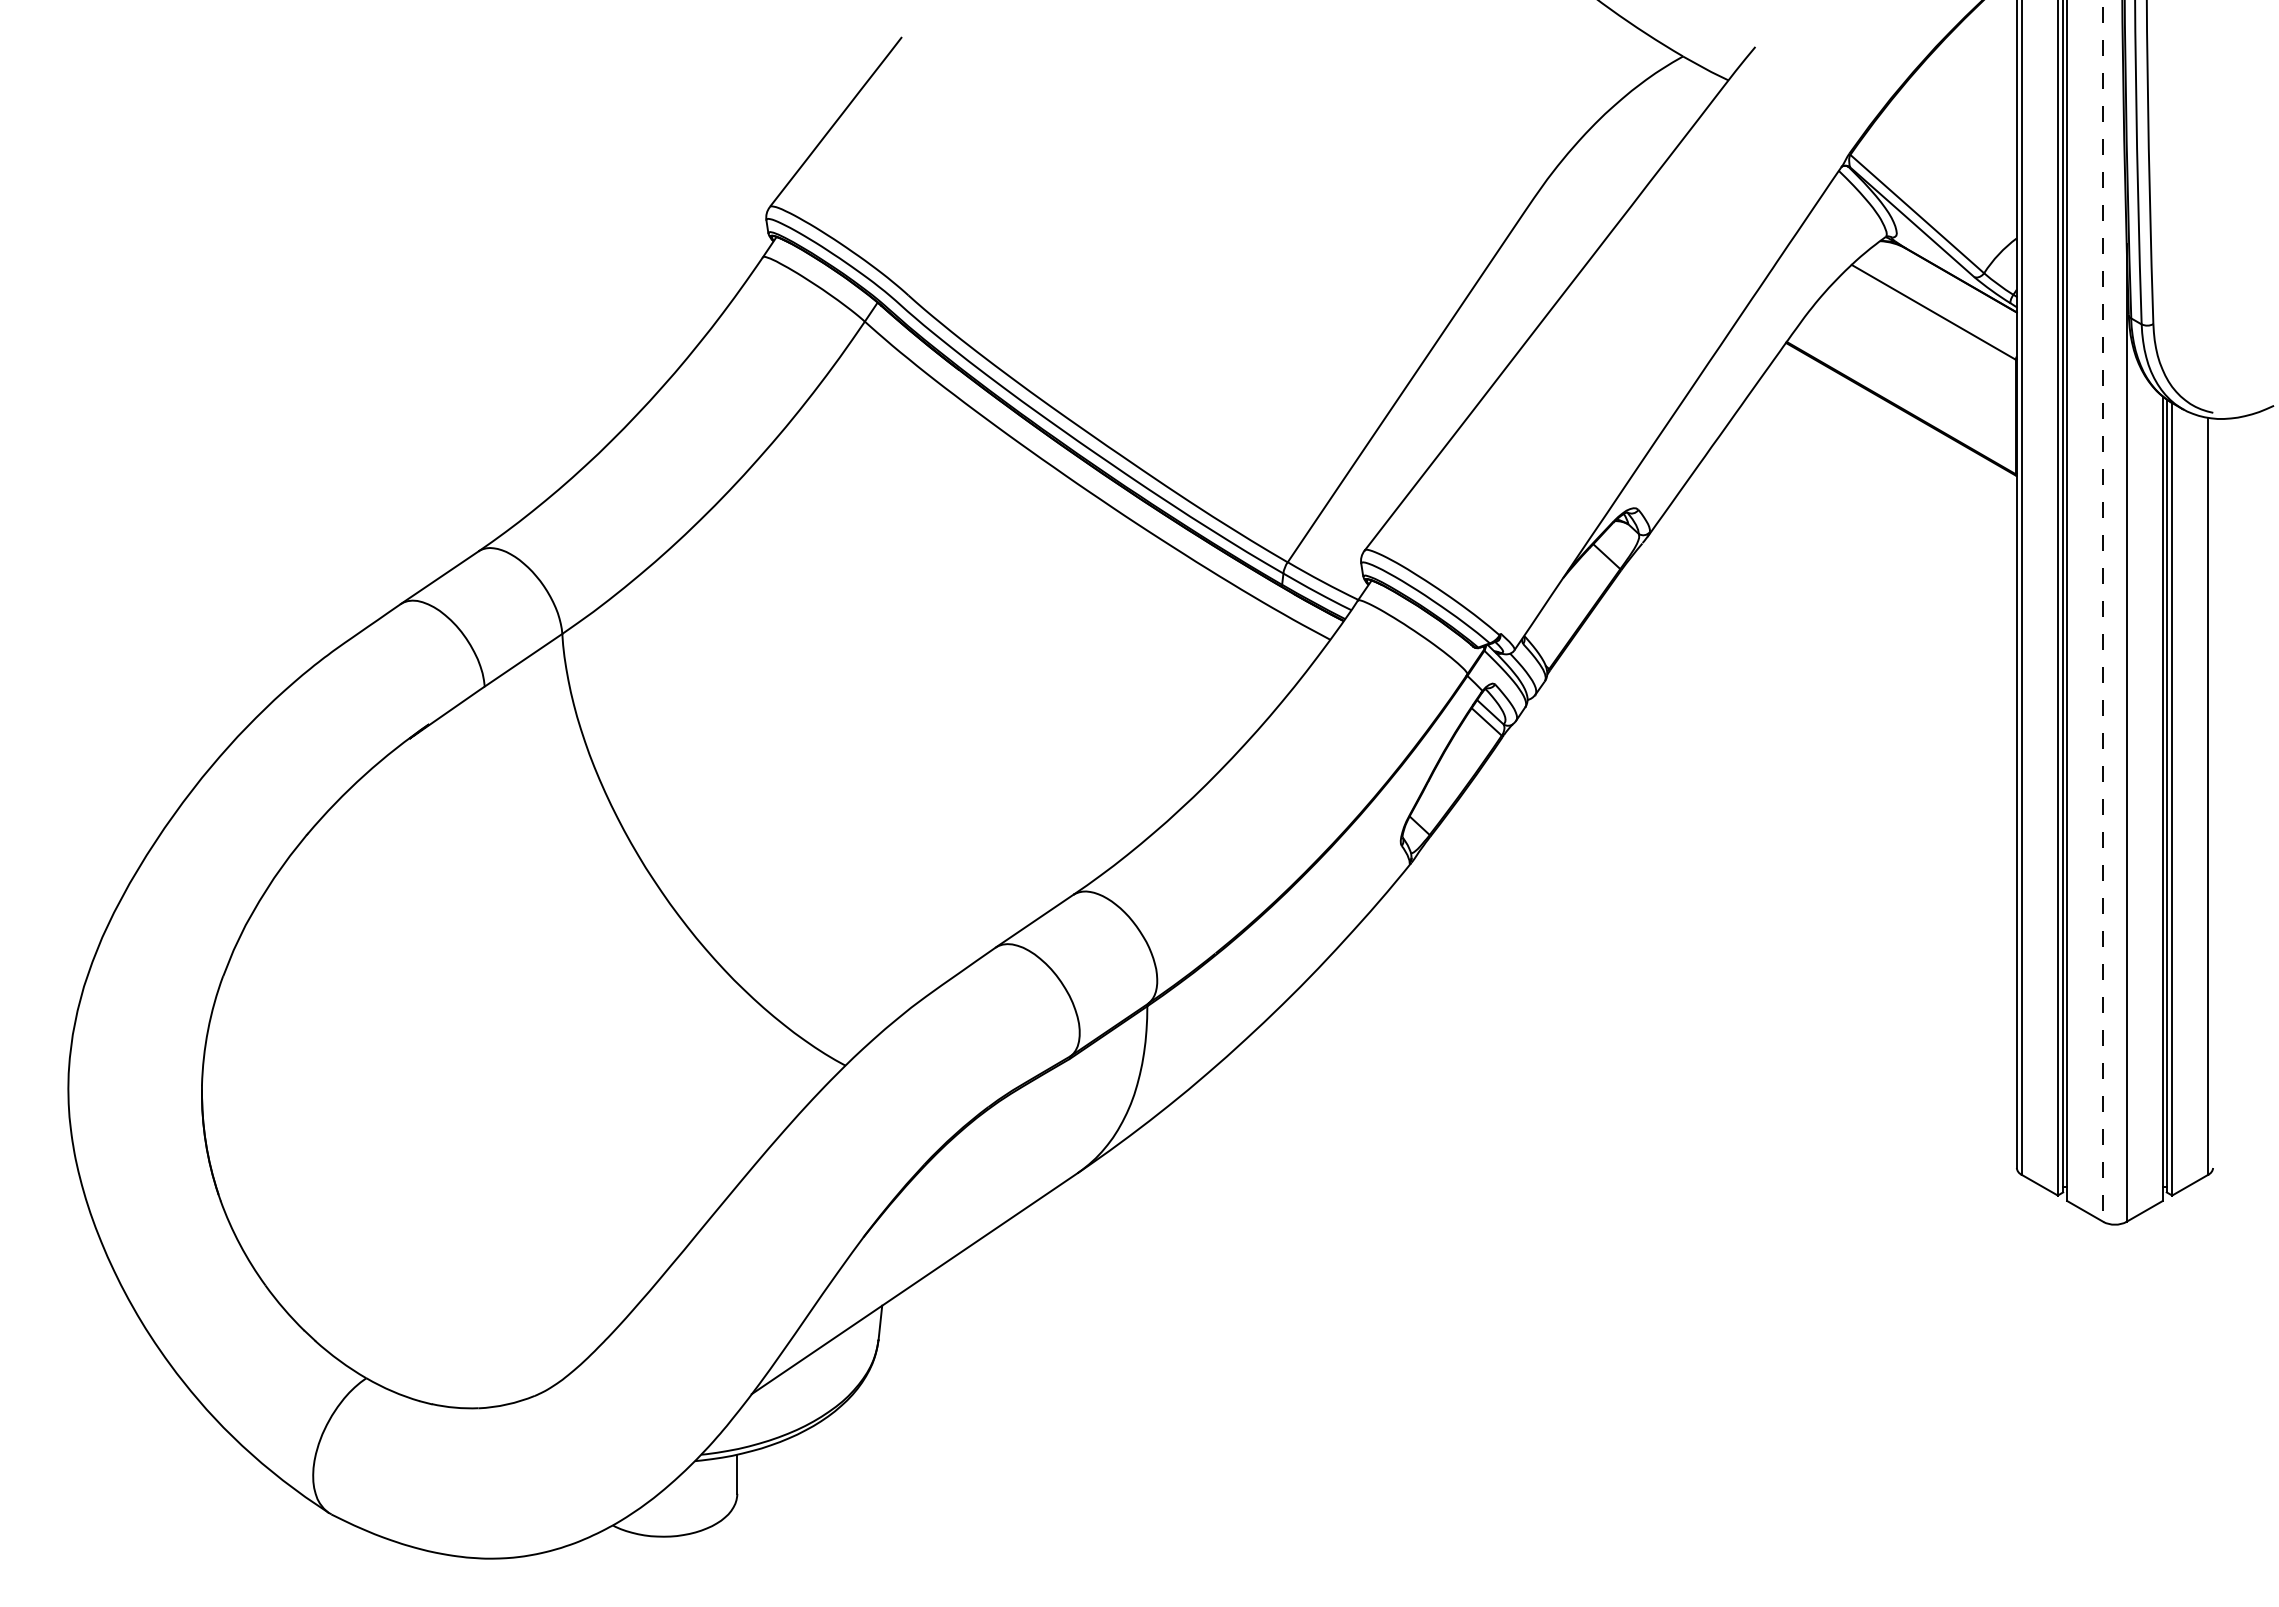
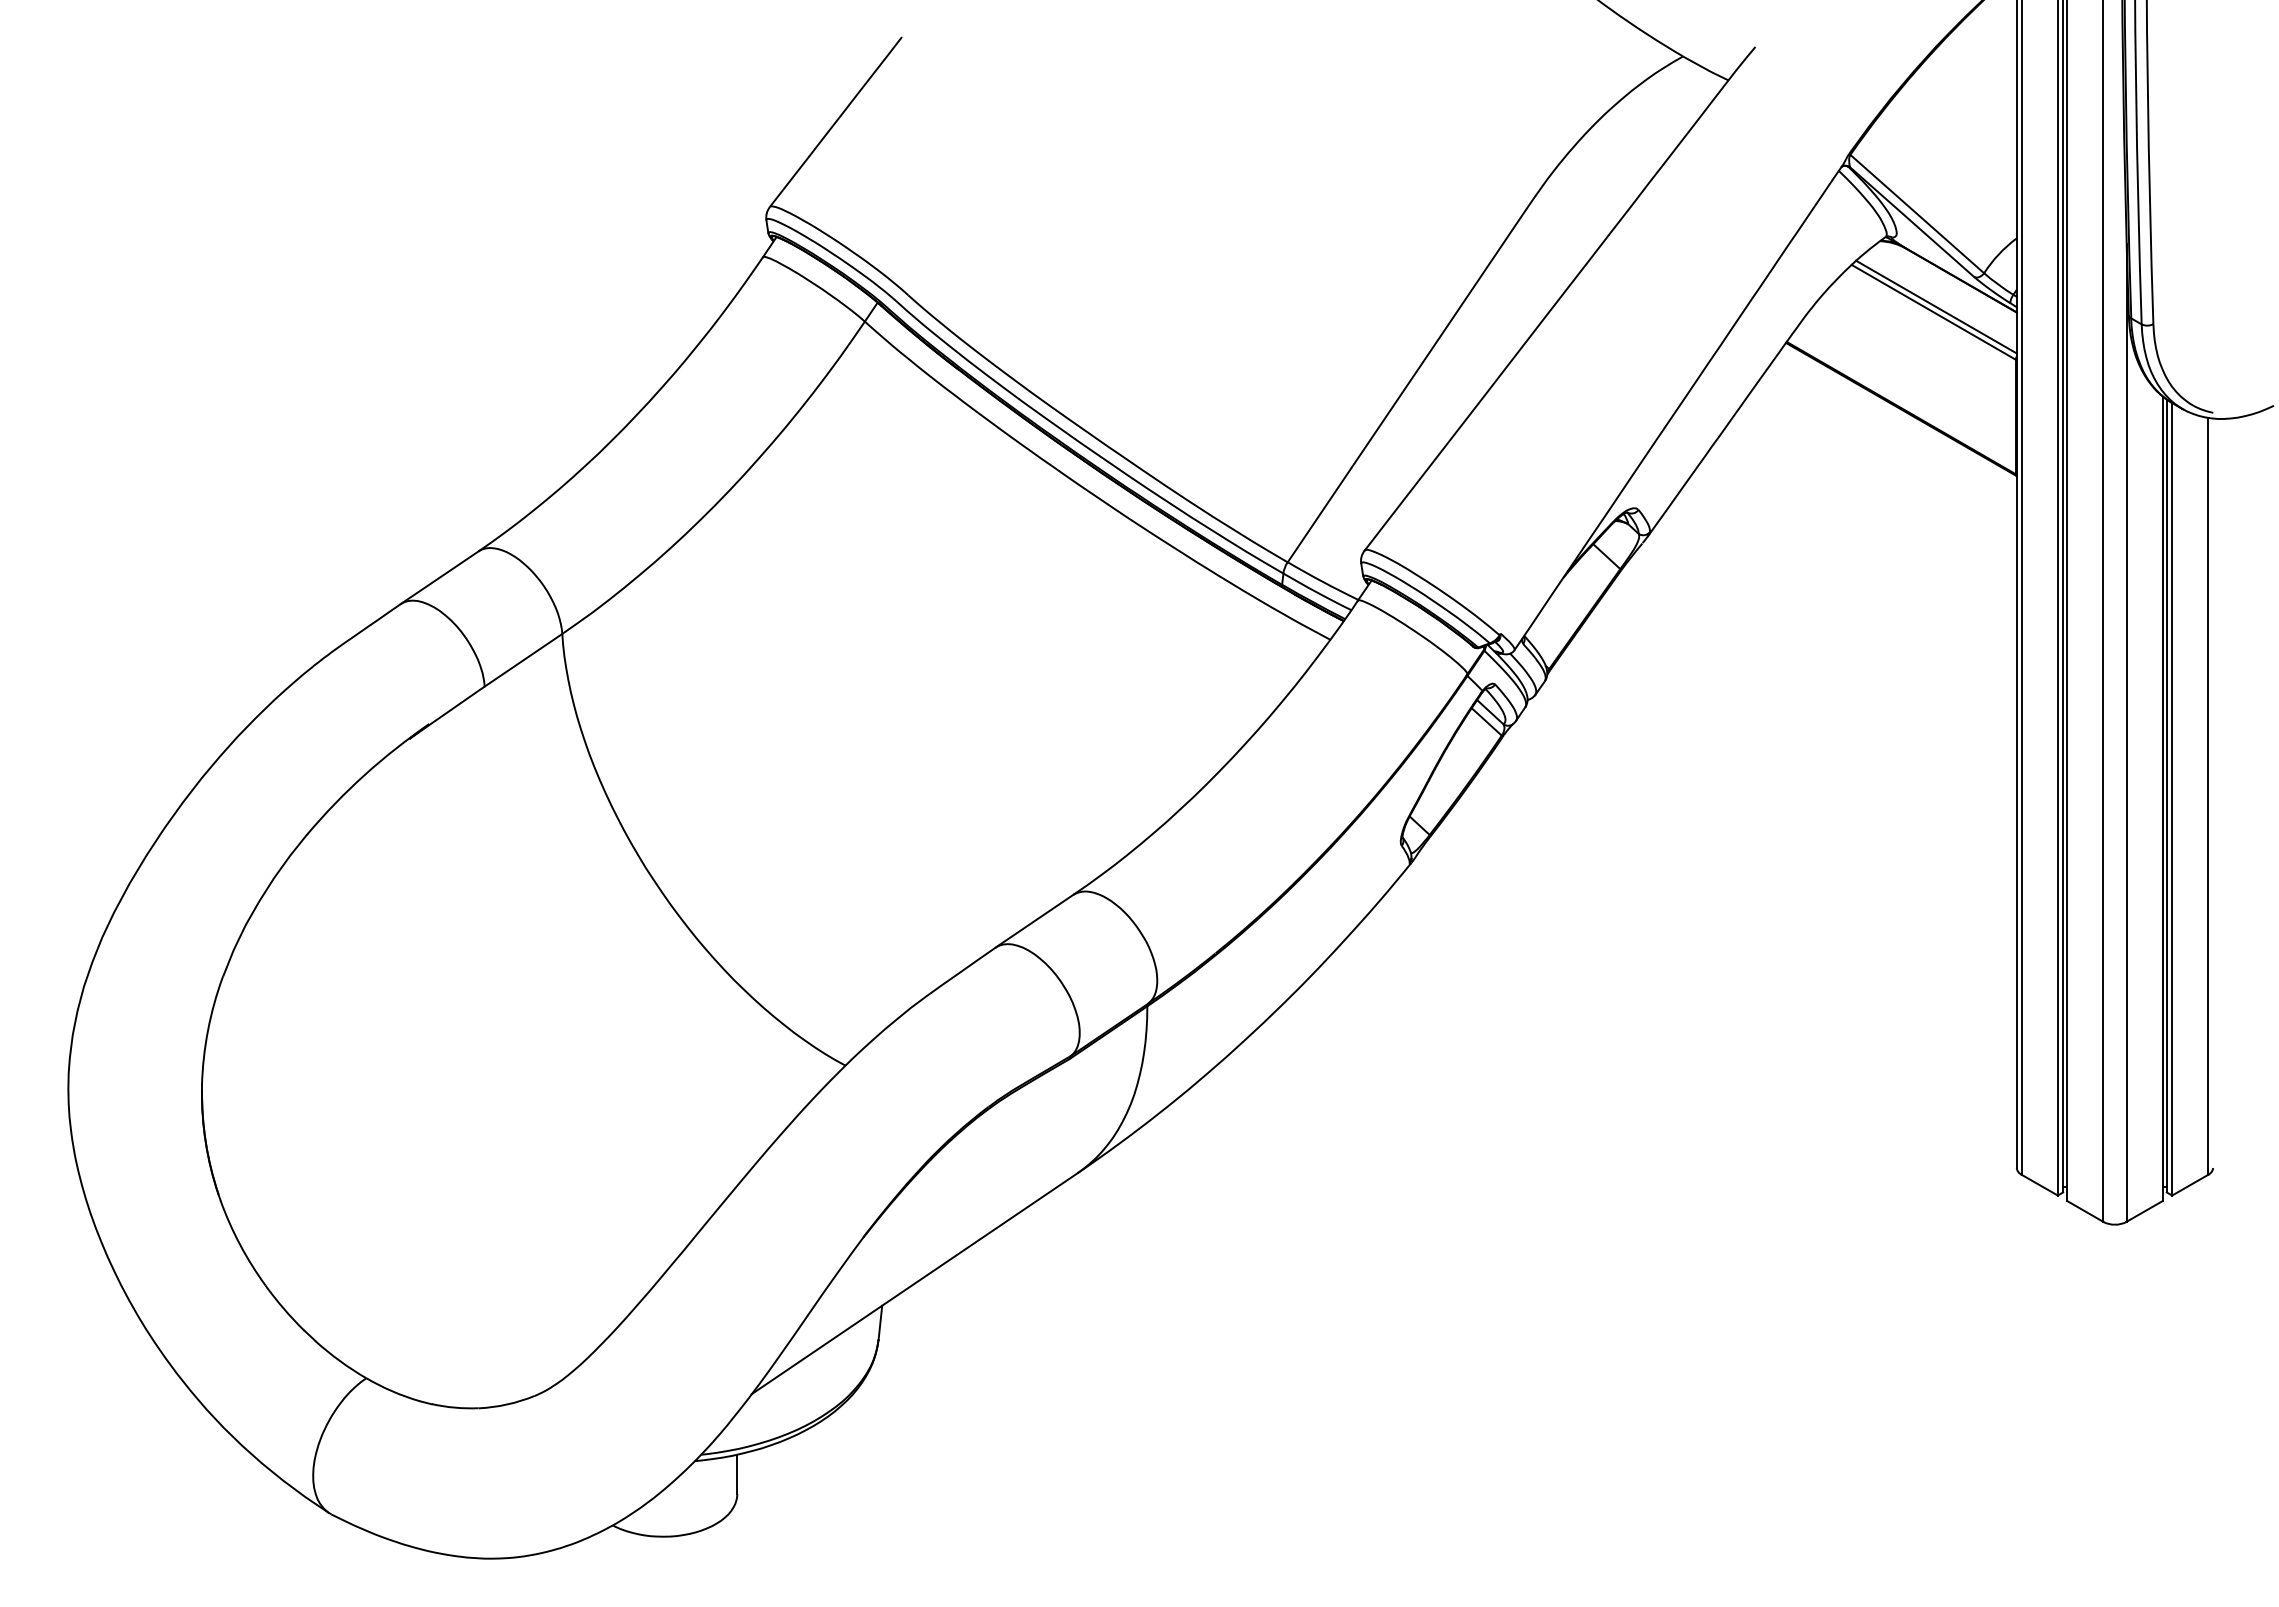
line at (1936, 306): none -> present
line at (2103, 611): dashed -> solid
